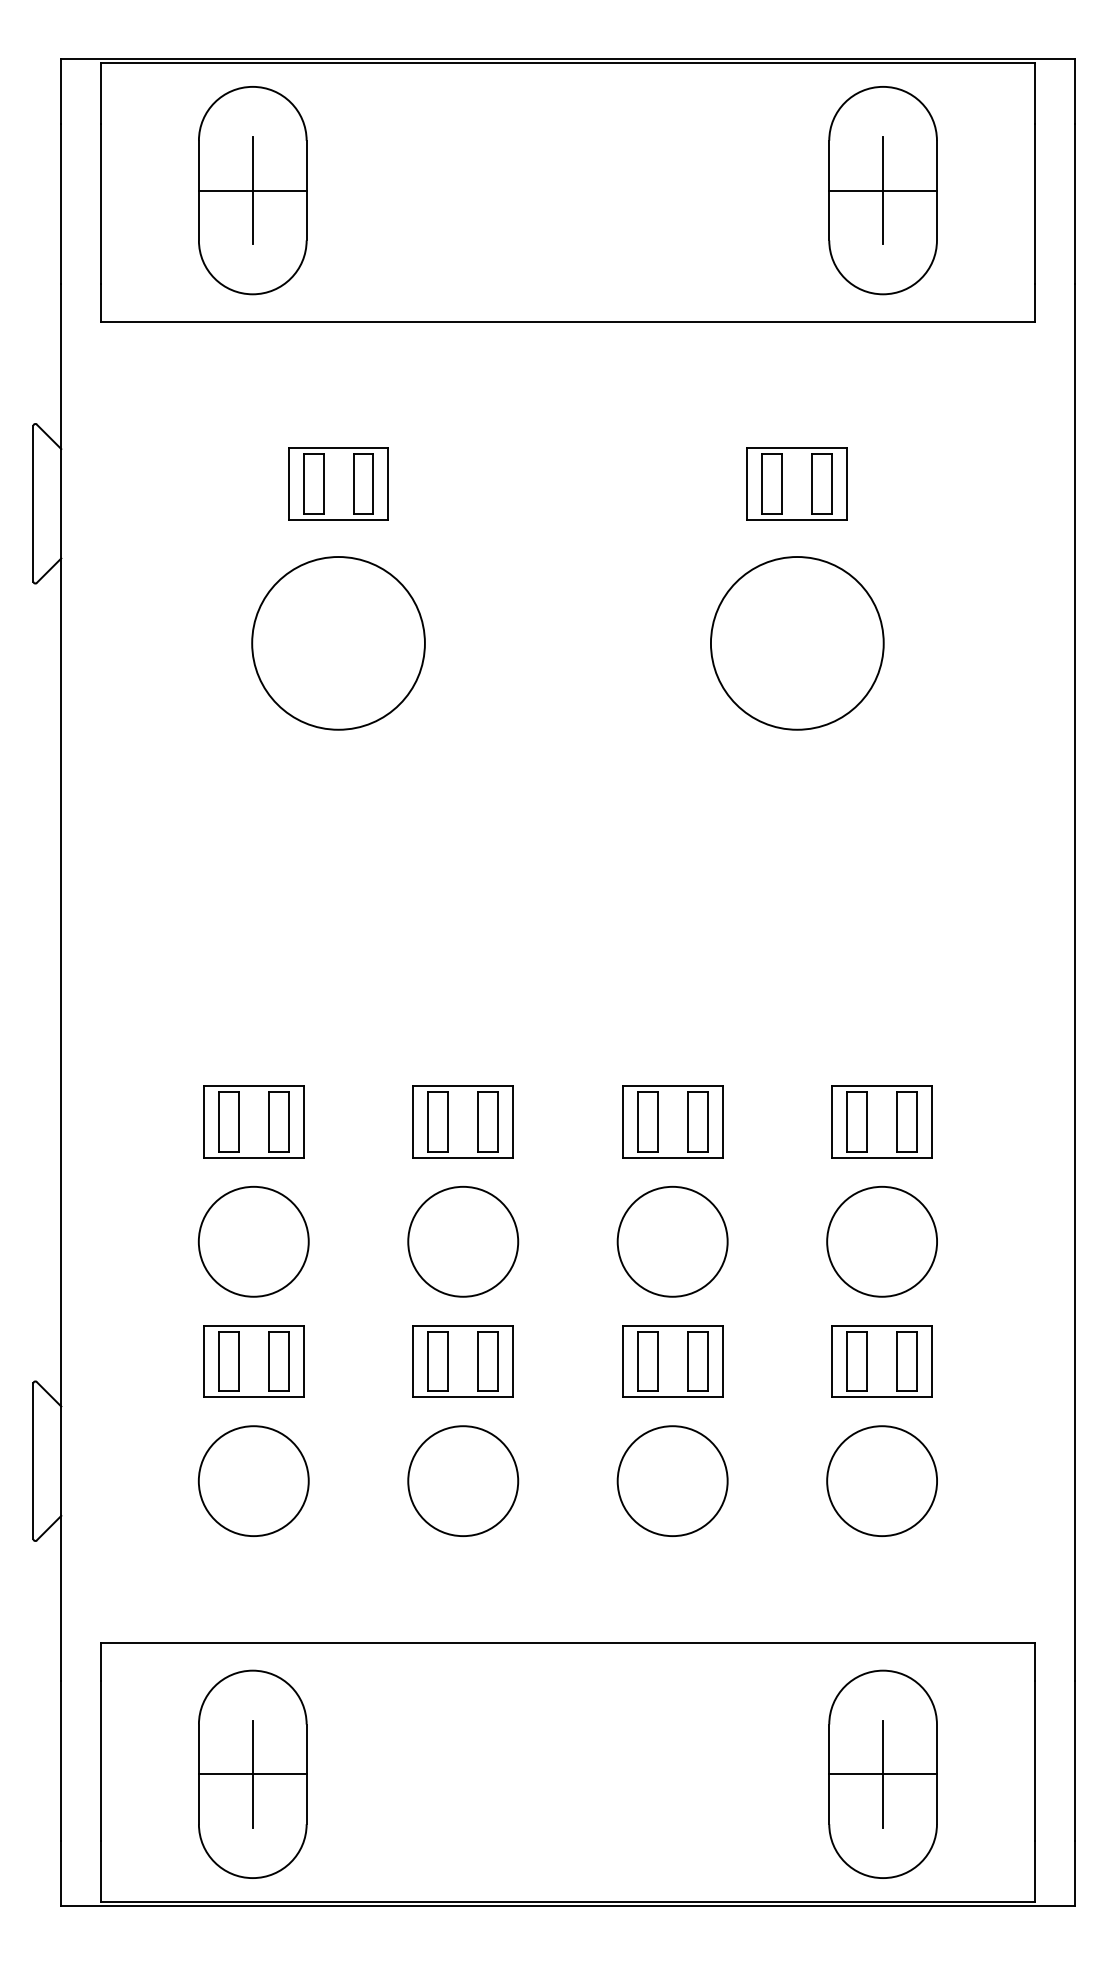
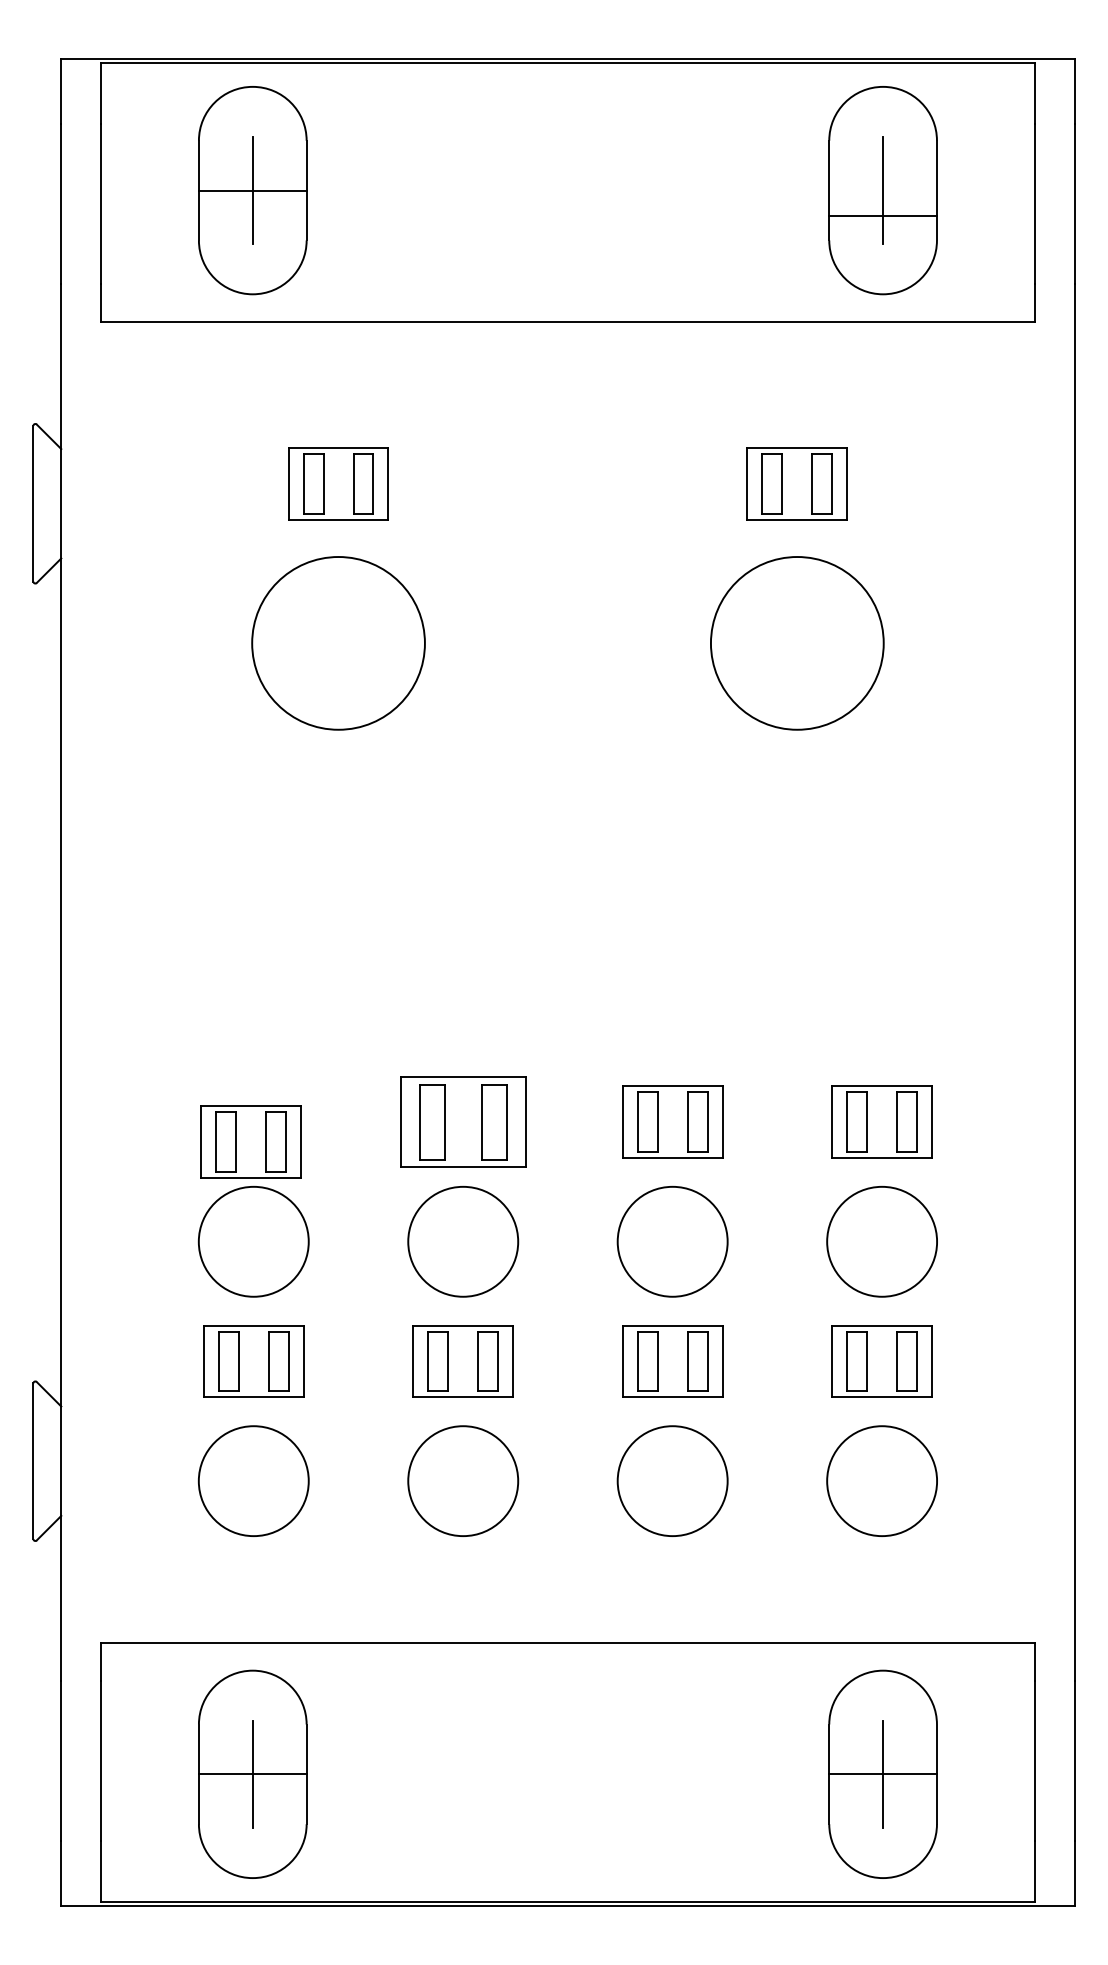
line at (882, 190) position: (882, 190) -> (882, 215)
part at (253, 1121) position: (253, 1121) -> (250, 1141)
part at (462, 1121) size: 102x74 px -> 127x92 px
